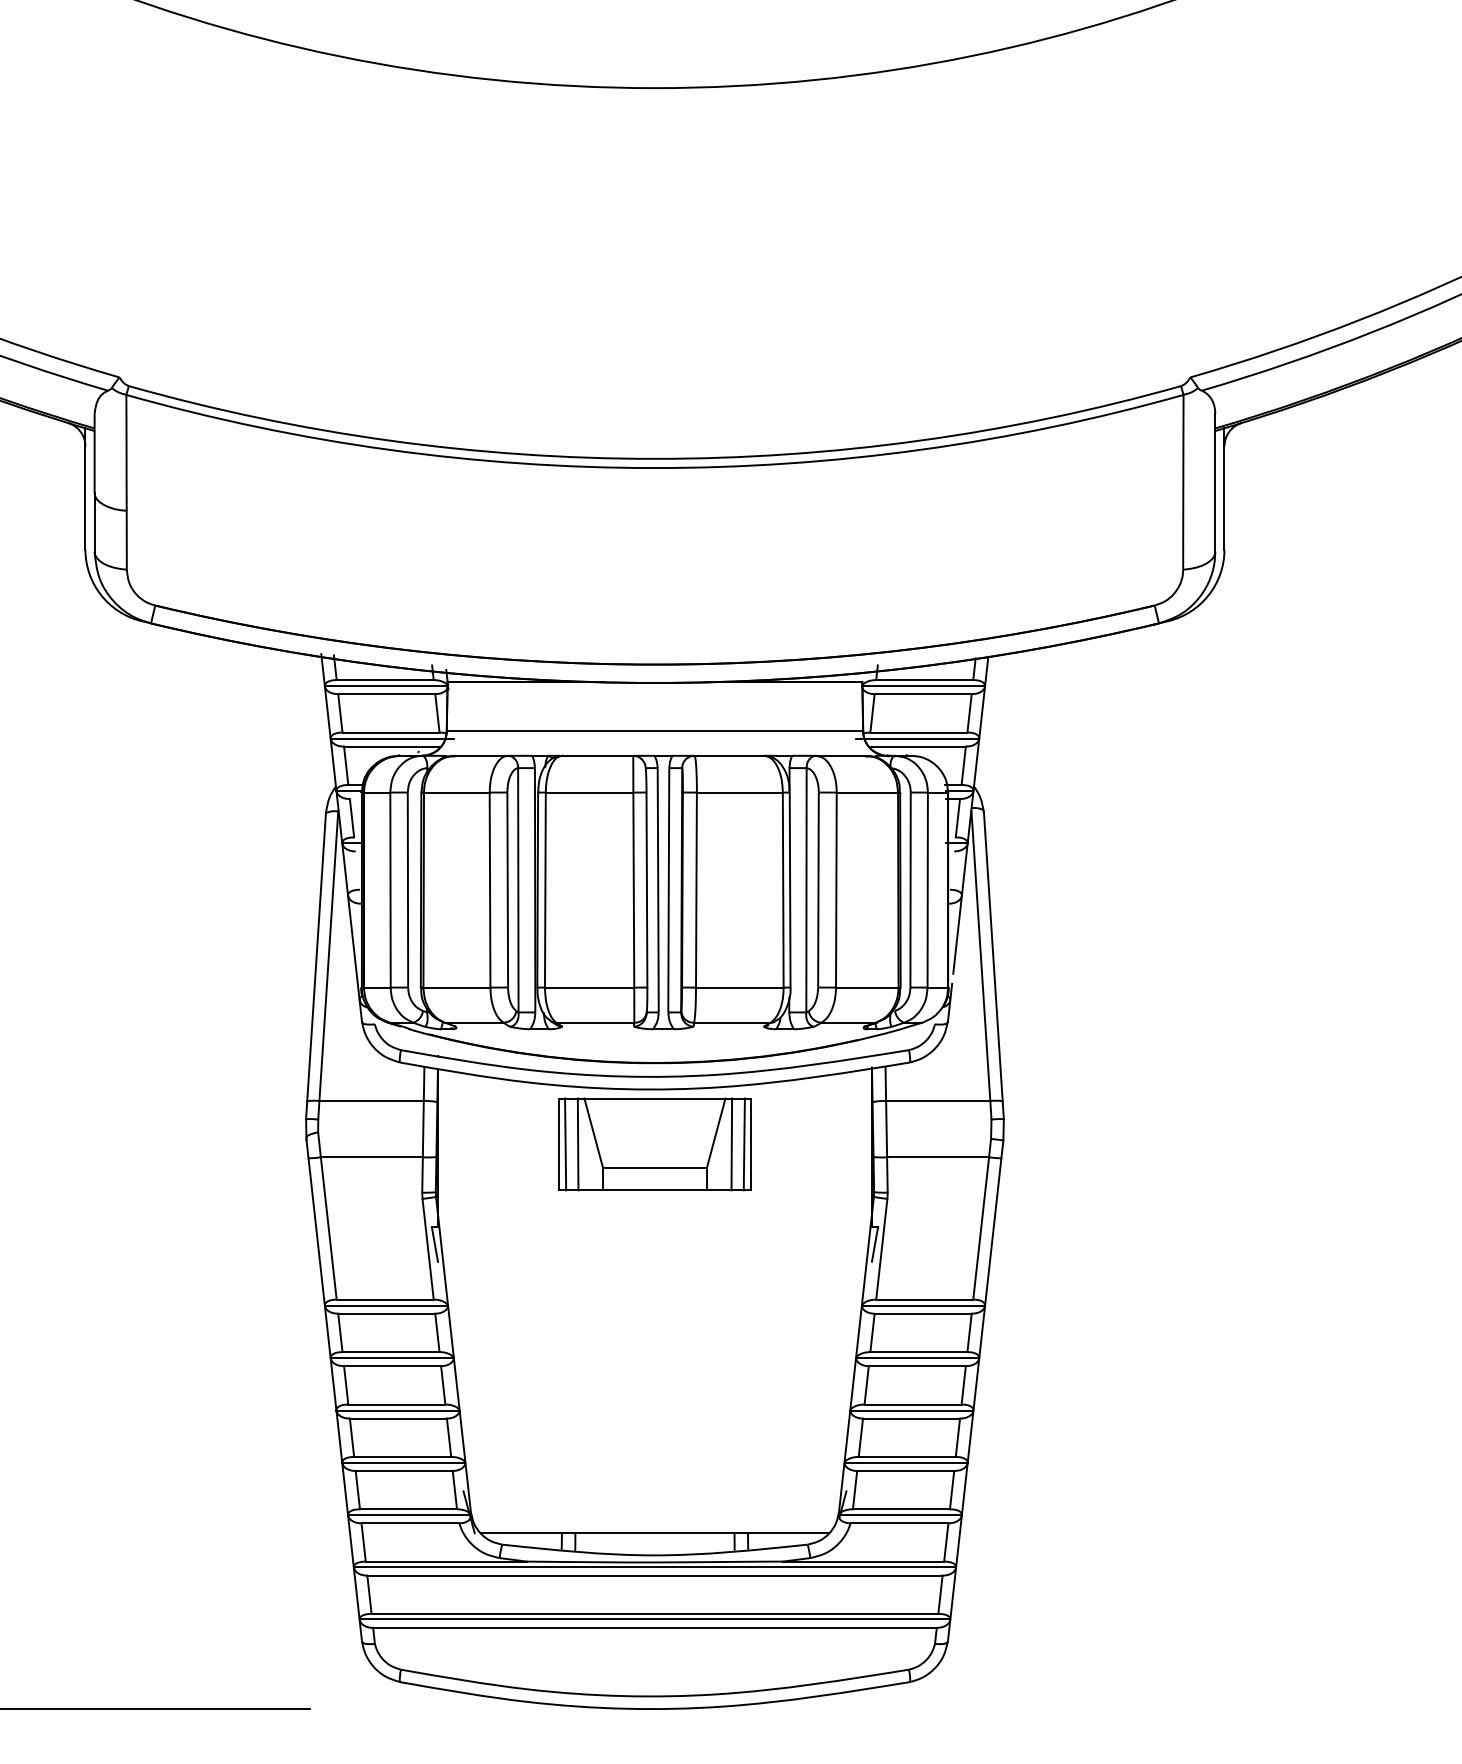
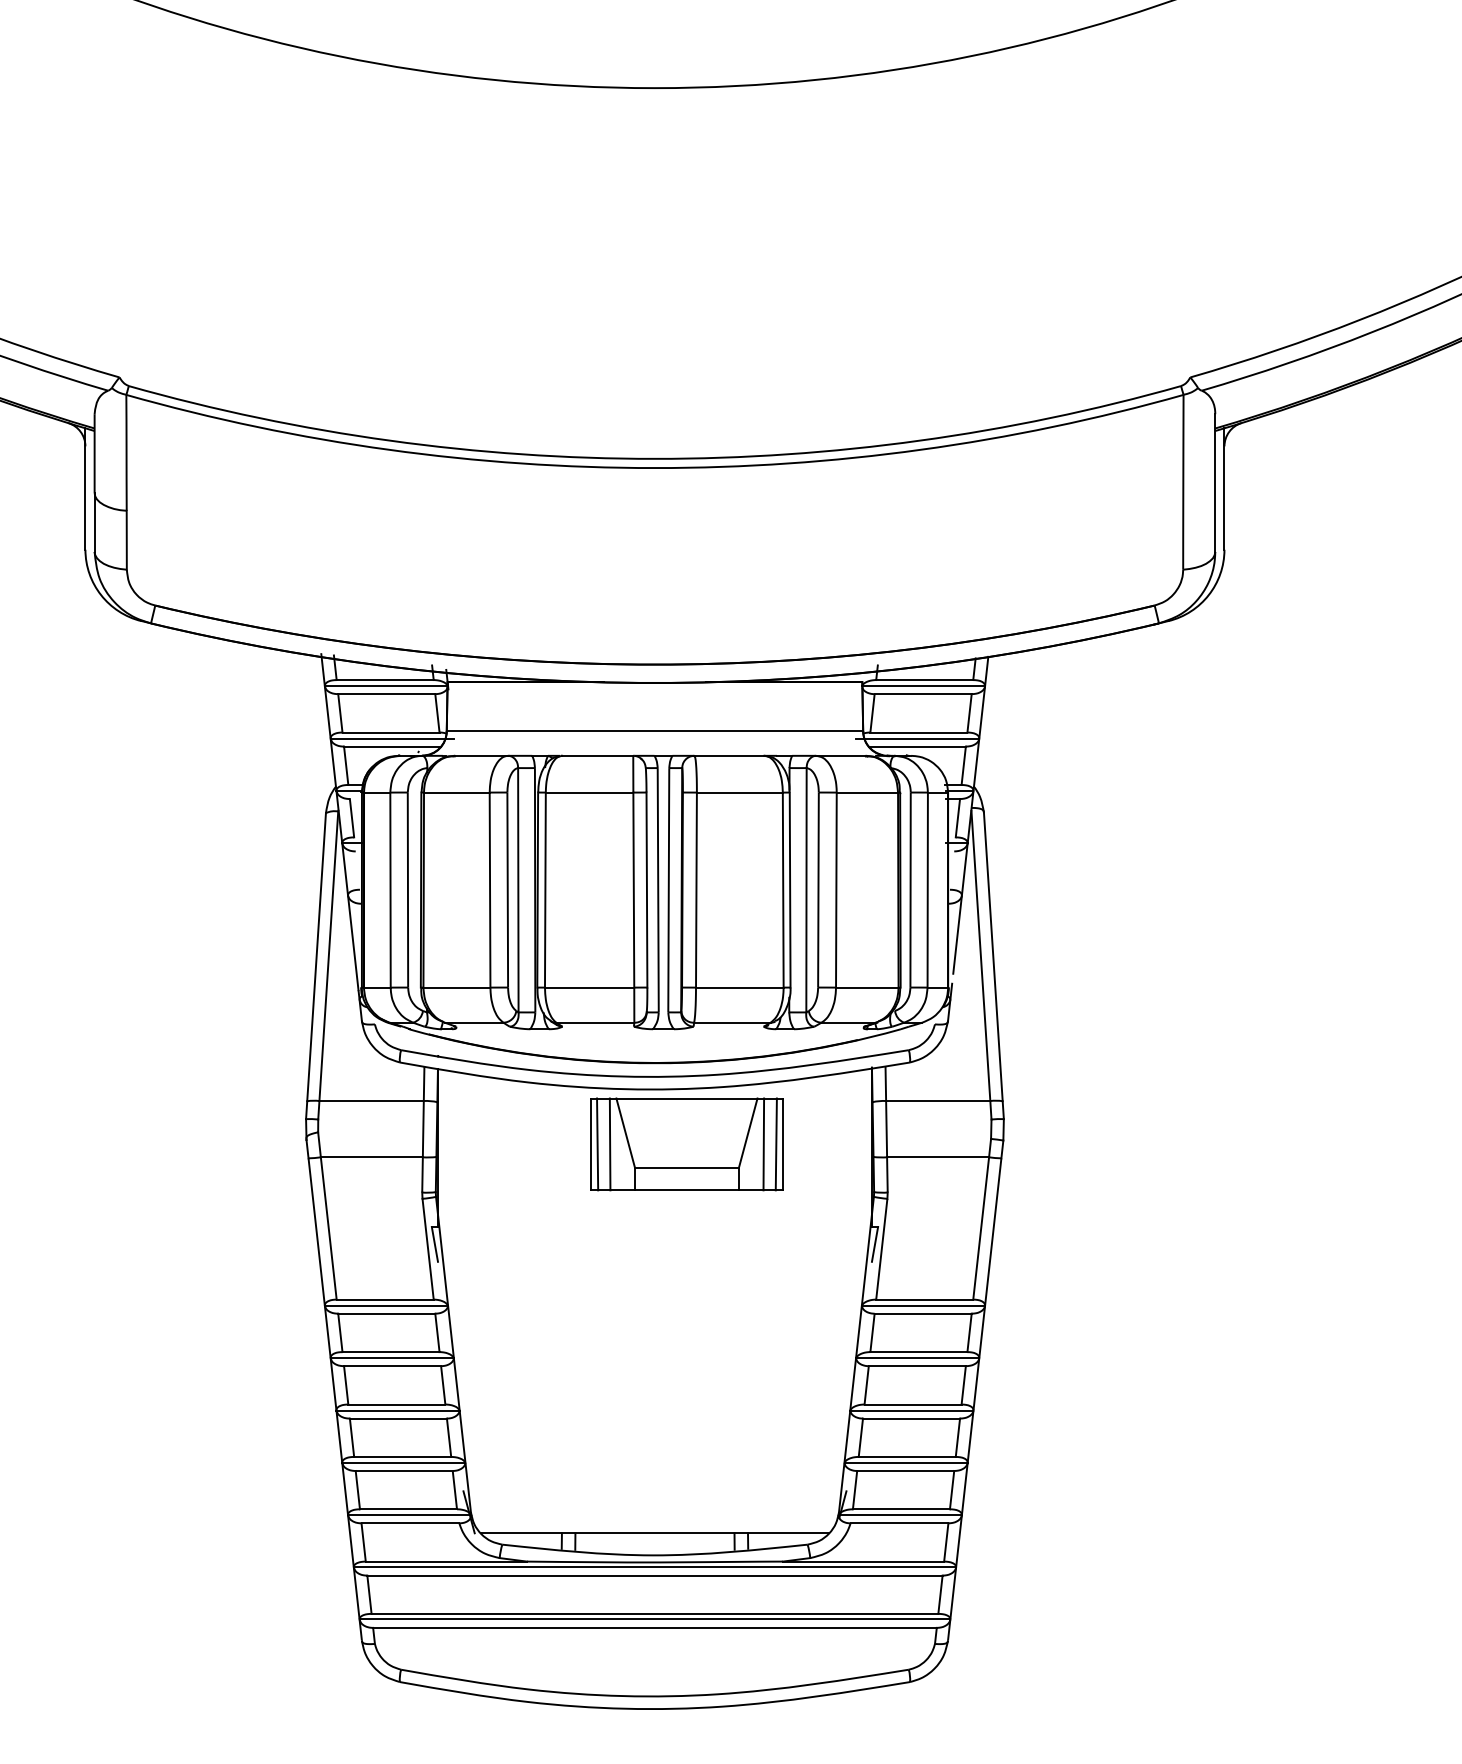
part at (654, 1144) position: (654, 1144) -> (686, 1144)
line at (156, 1709): present -> none
